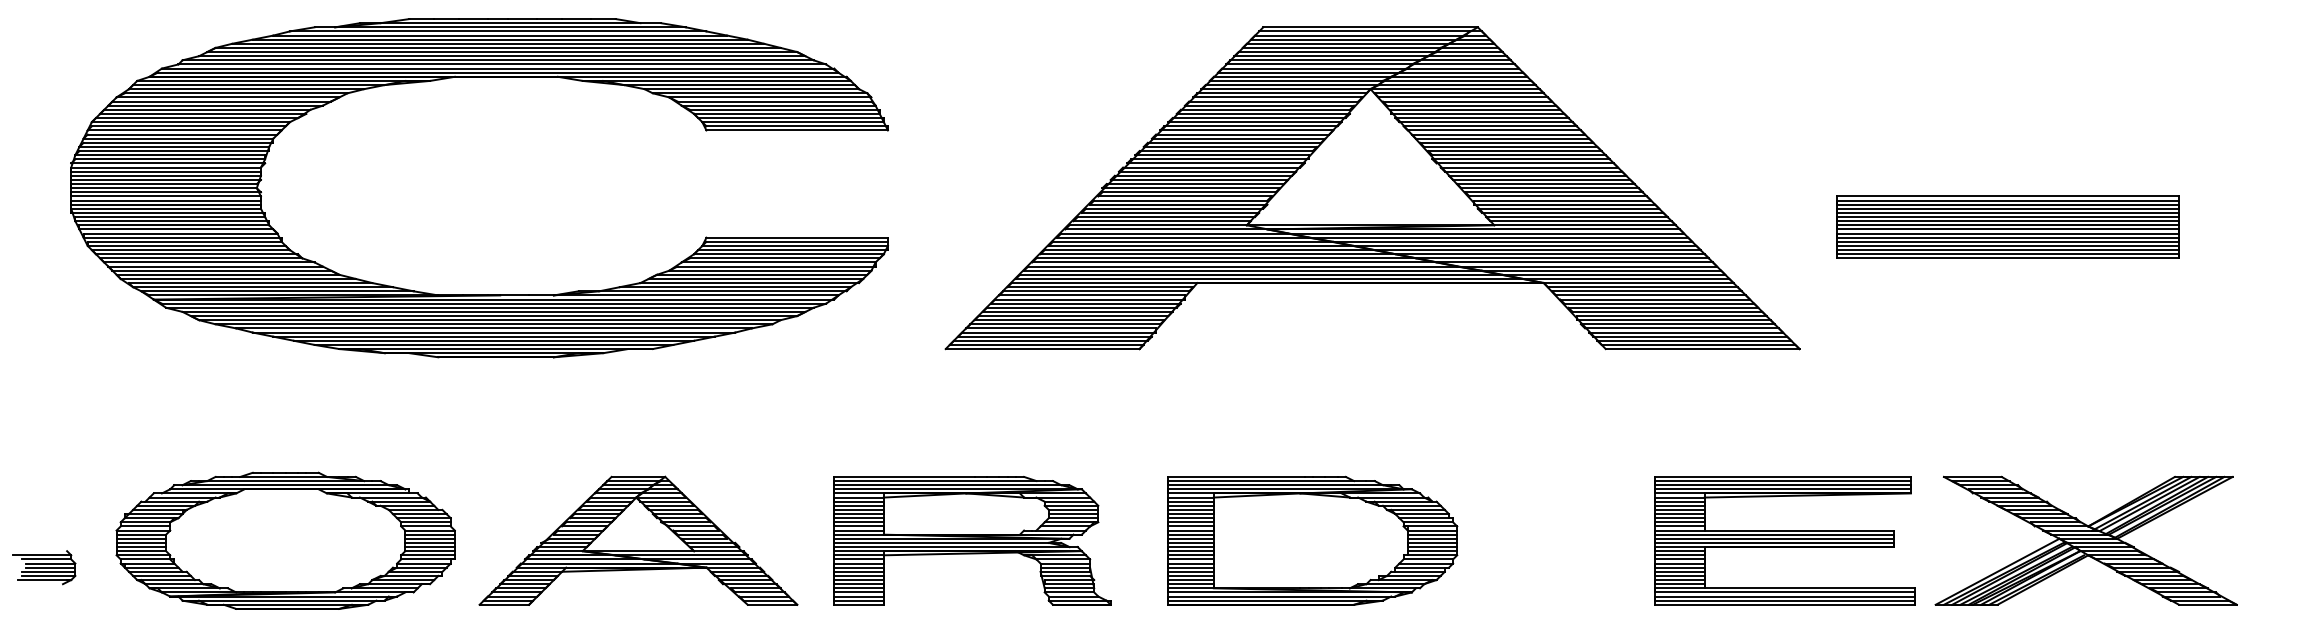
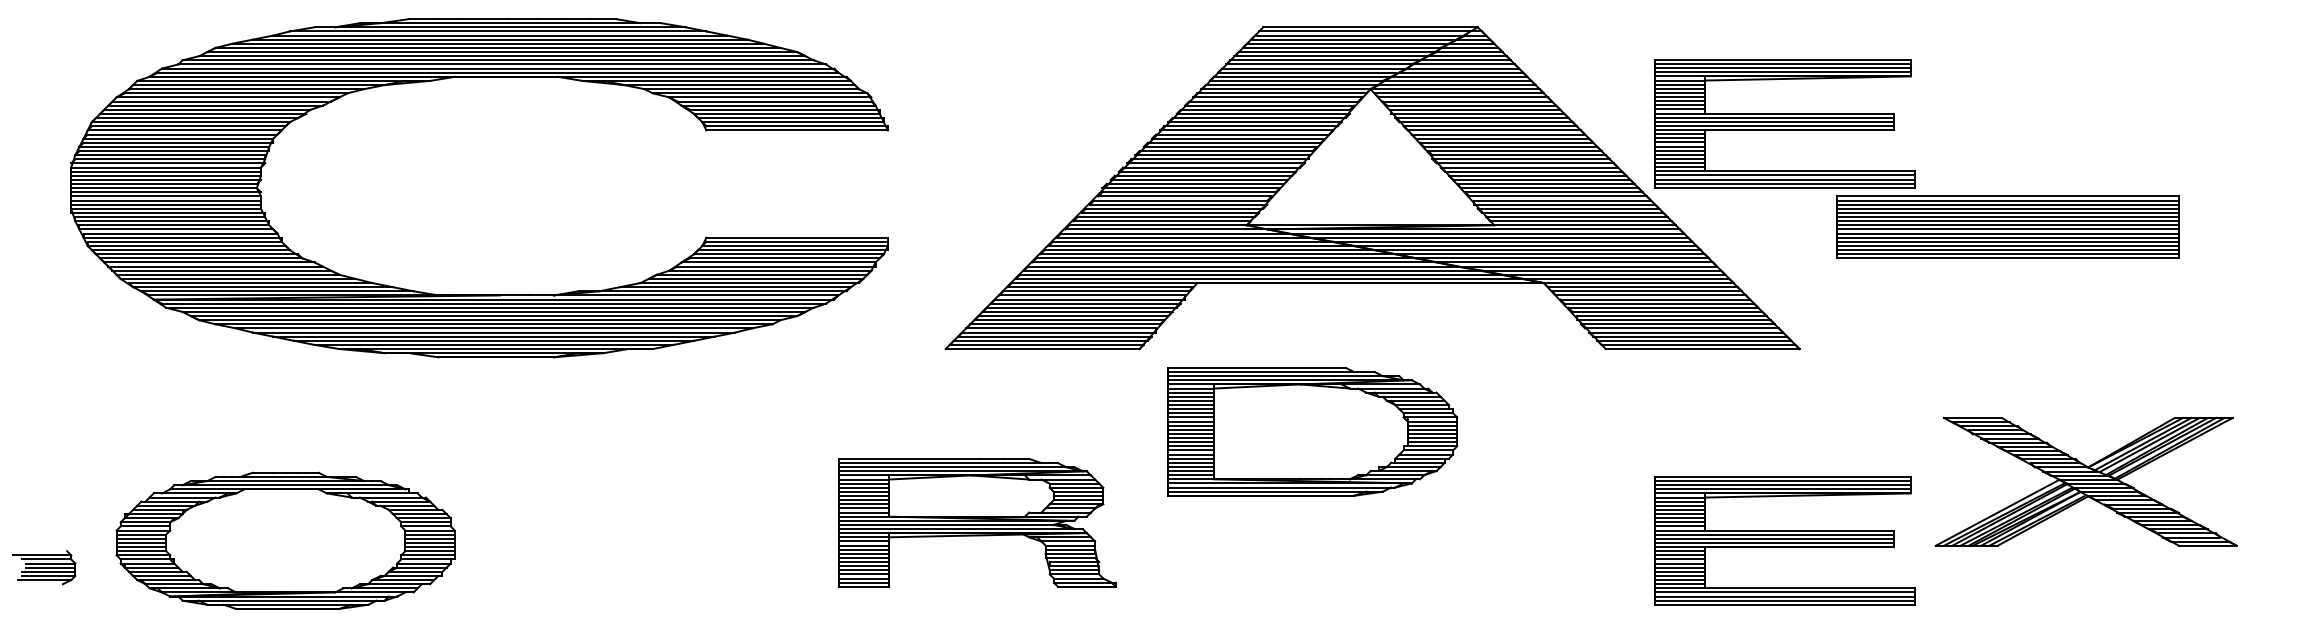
part at (1784, 123): none -> present
part at (638, 540): present -> none
part at (972, 540) position: (972, 540) -> (977, 522)
part at (1312, 540) position: (1312, 540) -> (1312, 431)
part at (2085, 540) position: (2085, 540) -> (2085, 481)
